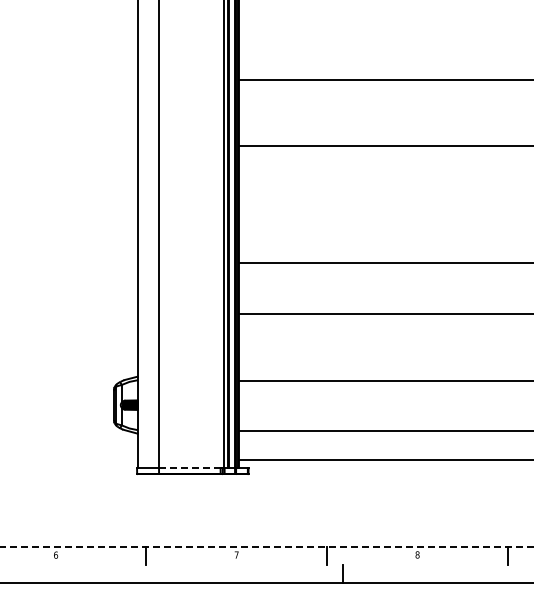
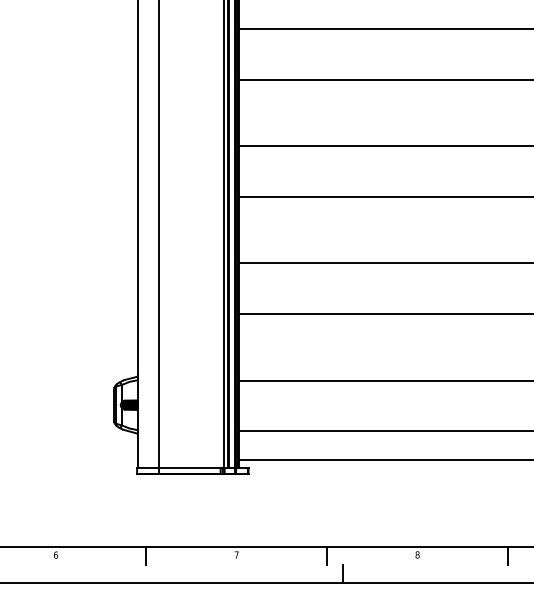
line at (384, 29): none -> present
line at (384, 196): none -> present
line at (189, 468): dashed -> solid
line at (266, 546): dashed -> solid
